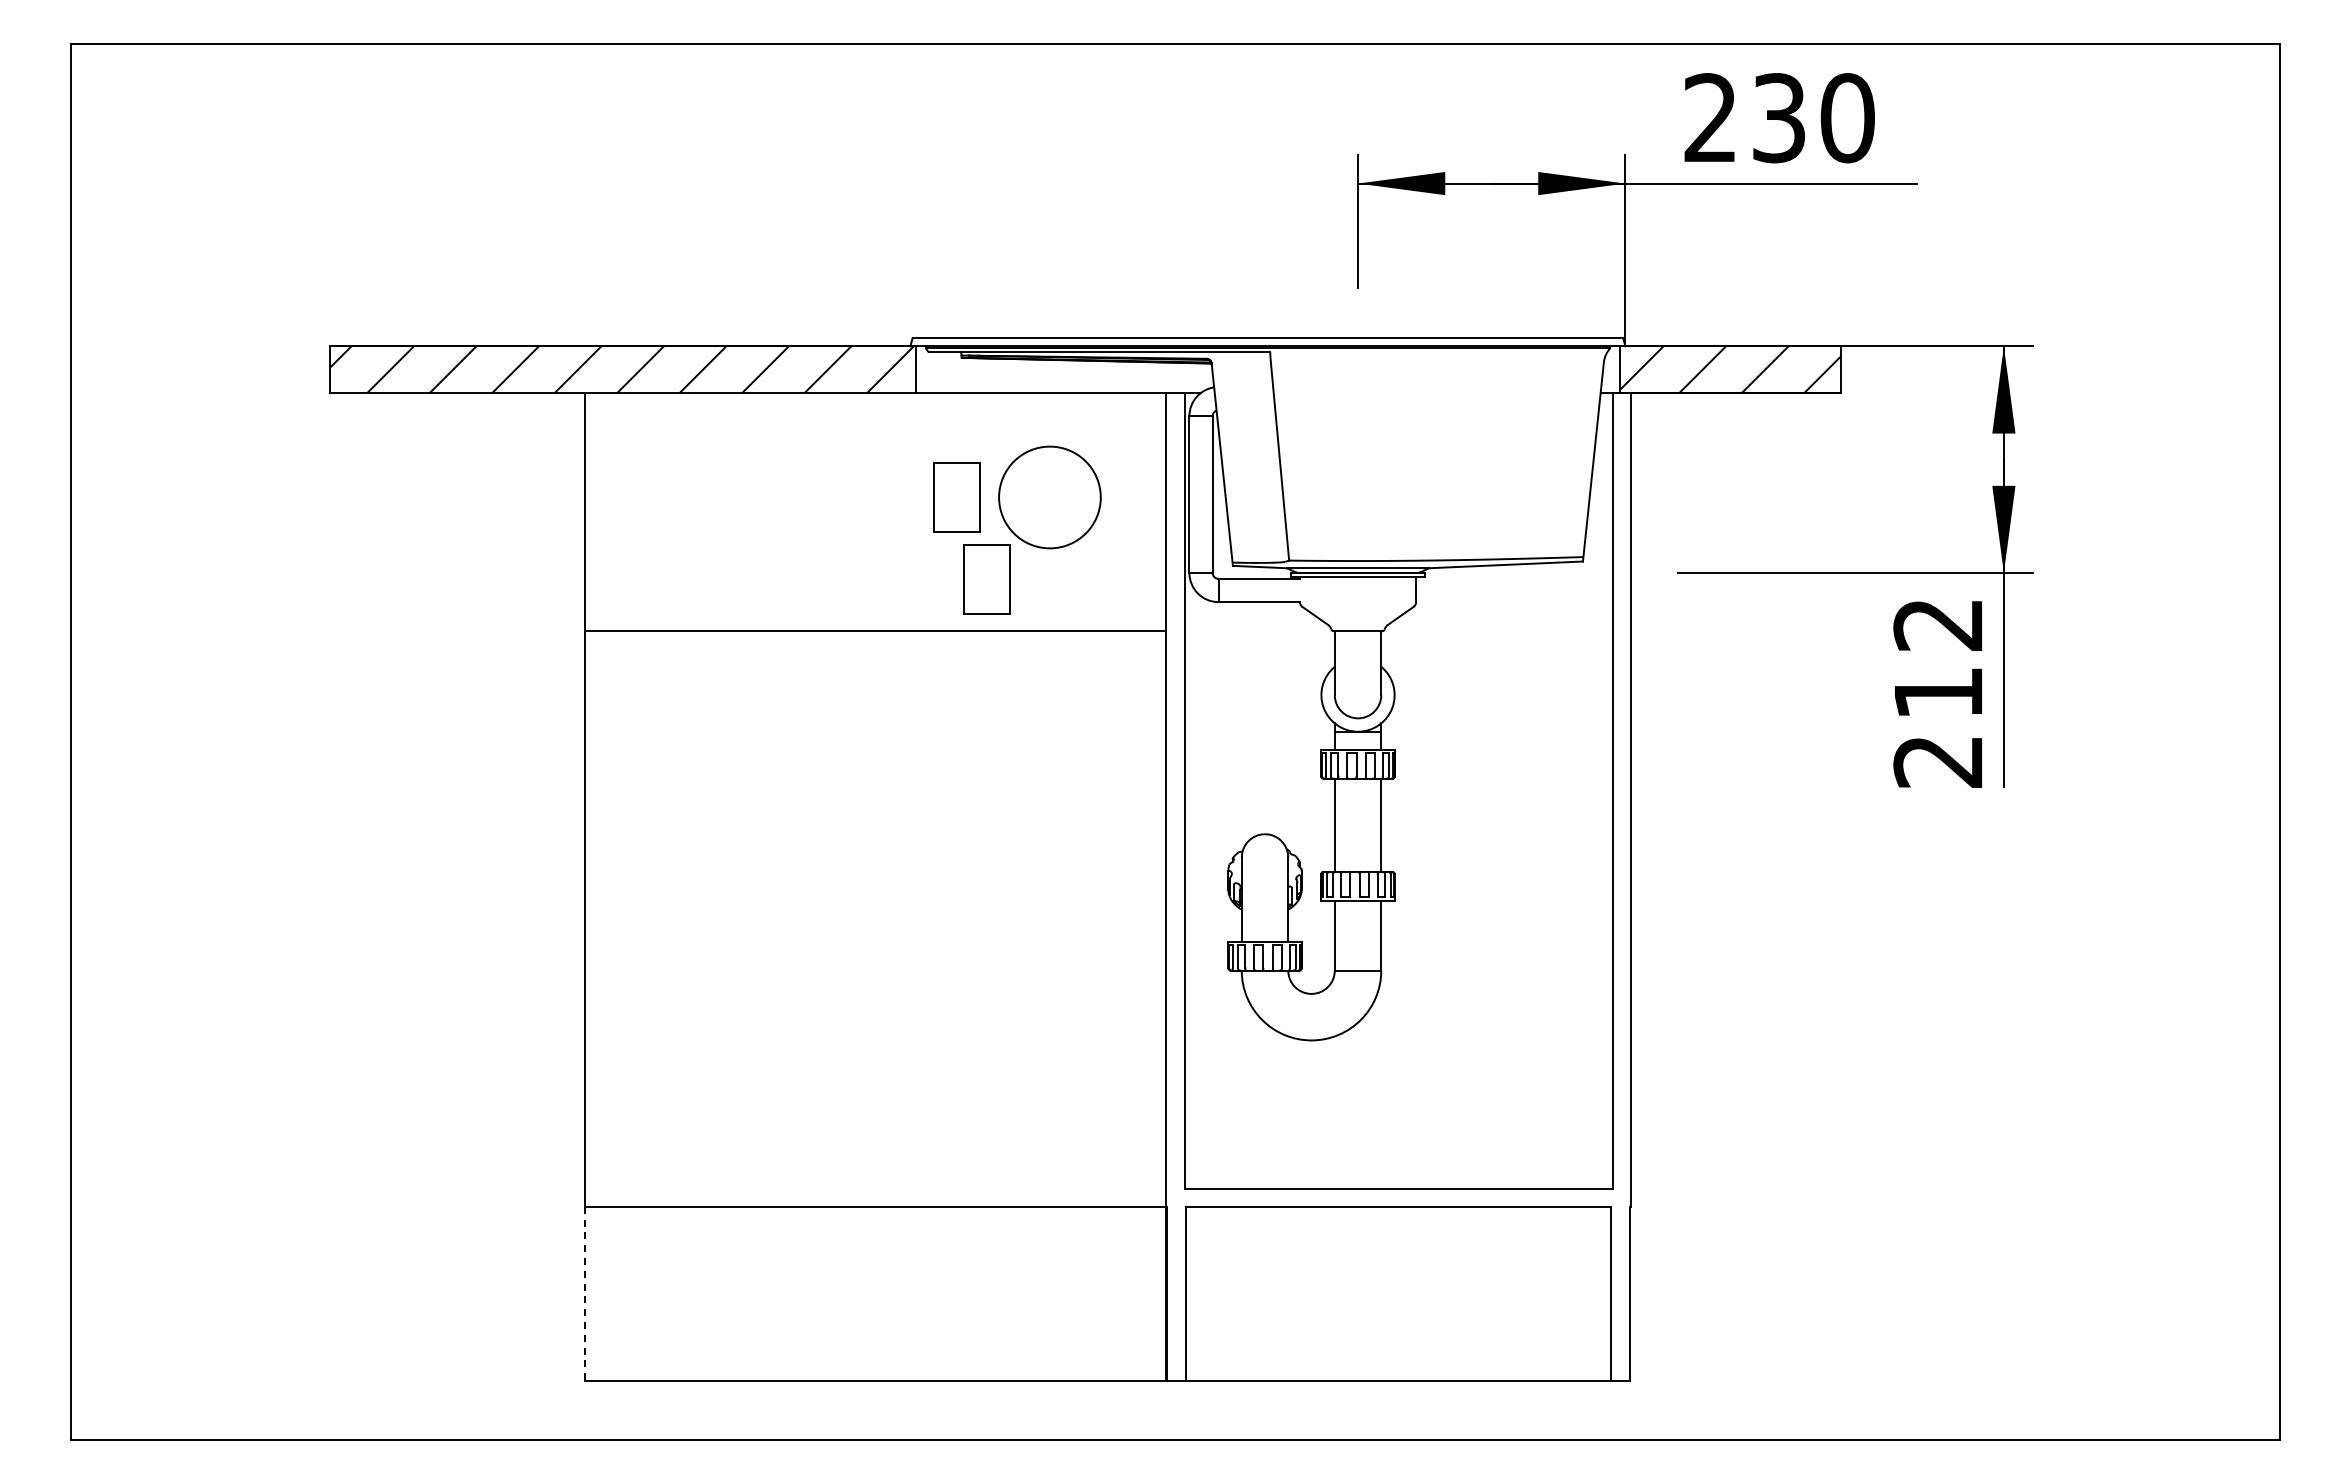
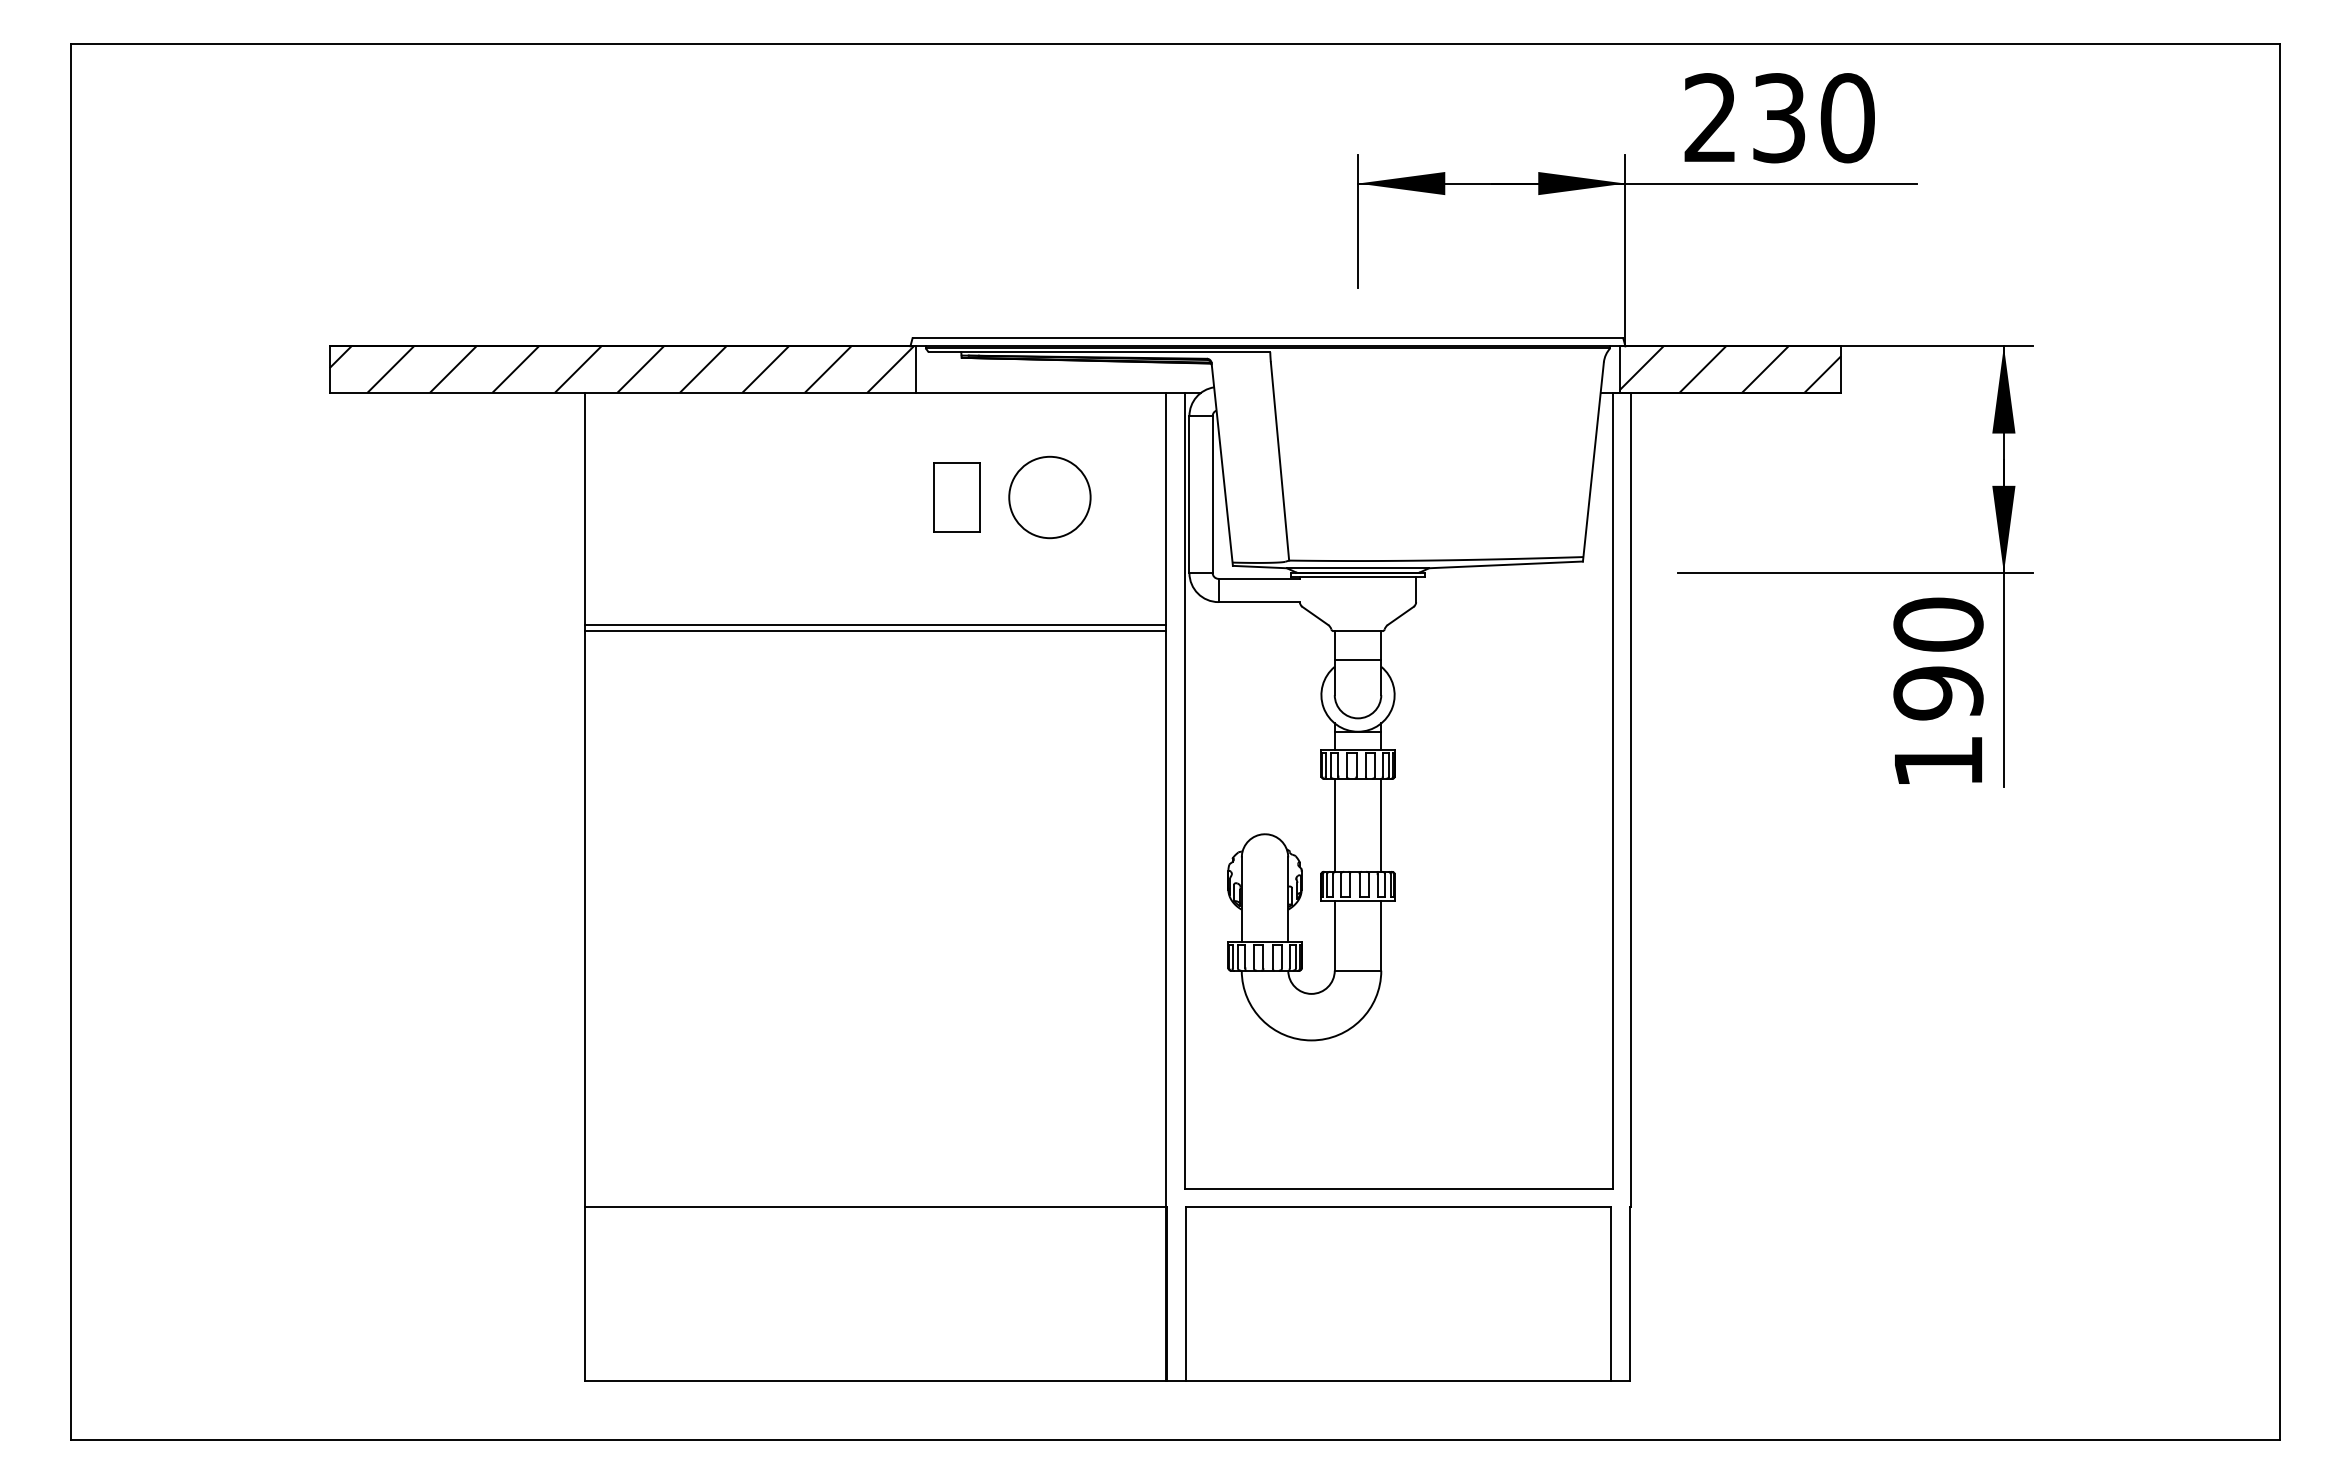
circle at (1049, 497) diameter: 102 px -> 81 px
part at (986, 579): present -> none
line at (875, 625): none -> present
line at (1357, 660): none -> present
text at (1938, 692): 212 -> 190
line at (584, 1294): dashed -> solid
